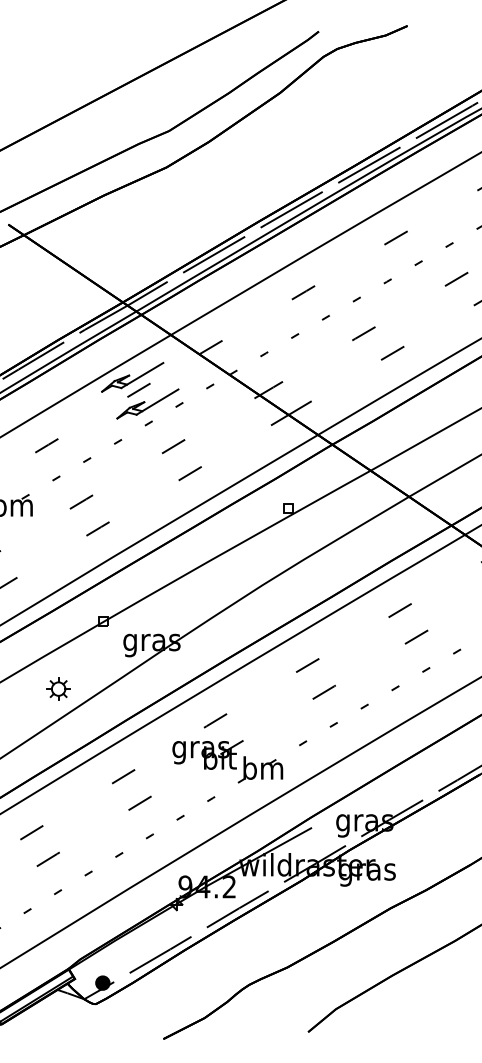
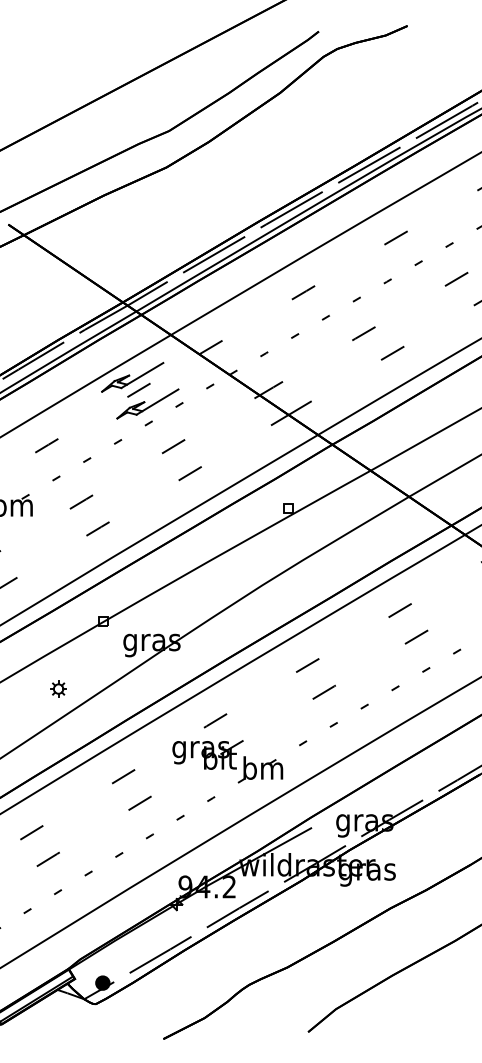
part at (58, 688) size: 25x24 px -> 17x18 px
